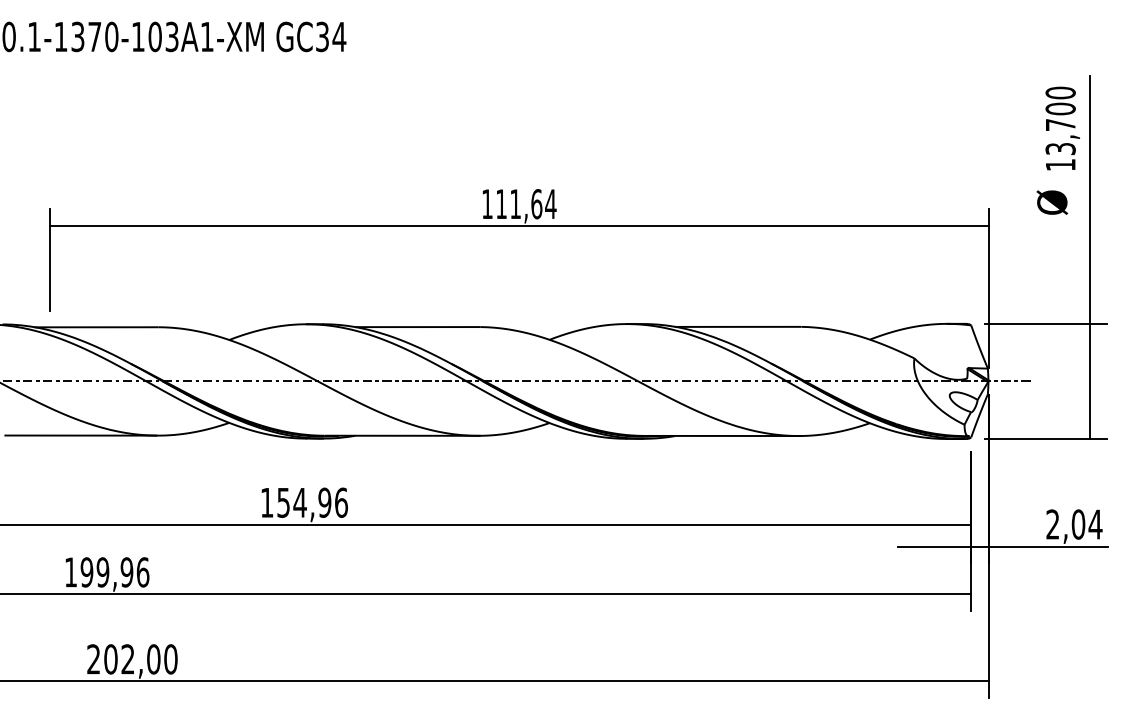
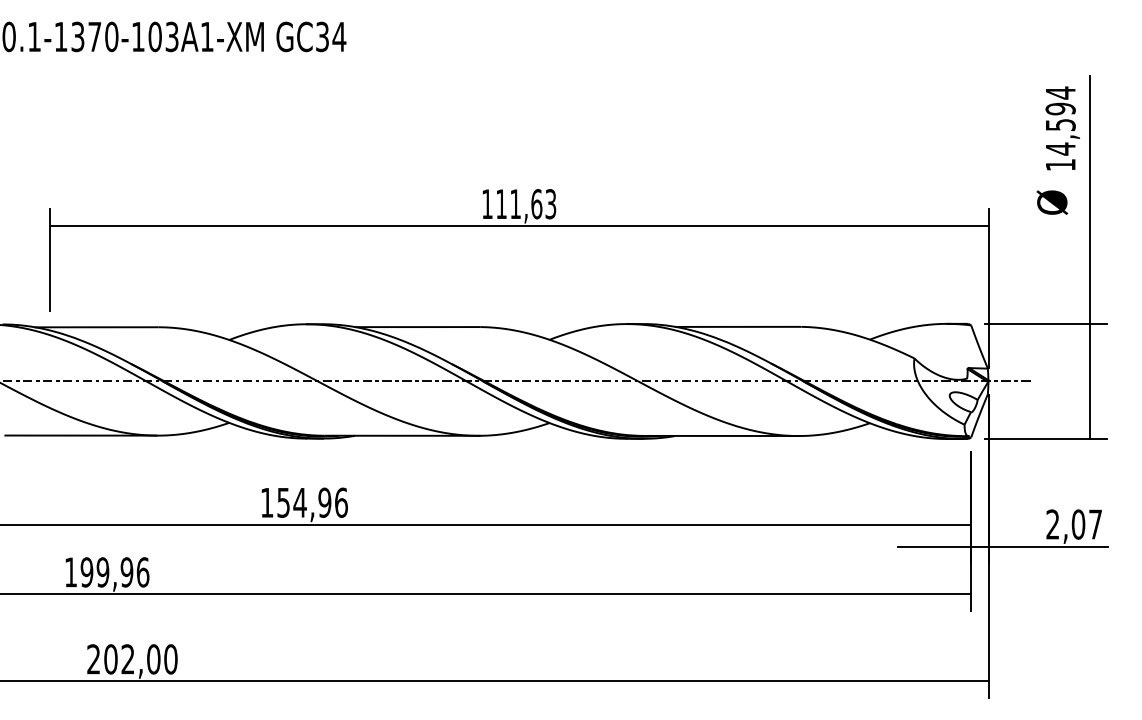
text at (1060, 120): 13,700 -> 14,594
text at (550, 204): 111,64 -> 111,63
text at (1095, 524): 2,04 -> 2,07
